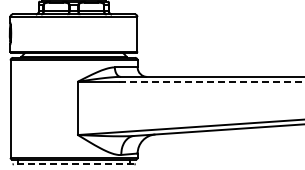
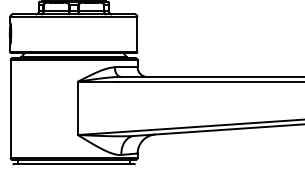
line at (211, 81): dashed -> solid
line at (73, 164): dashed -> solid
